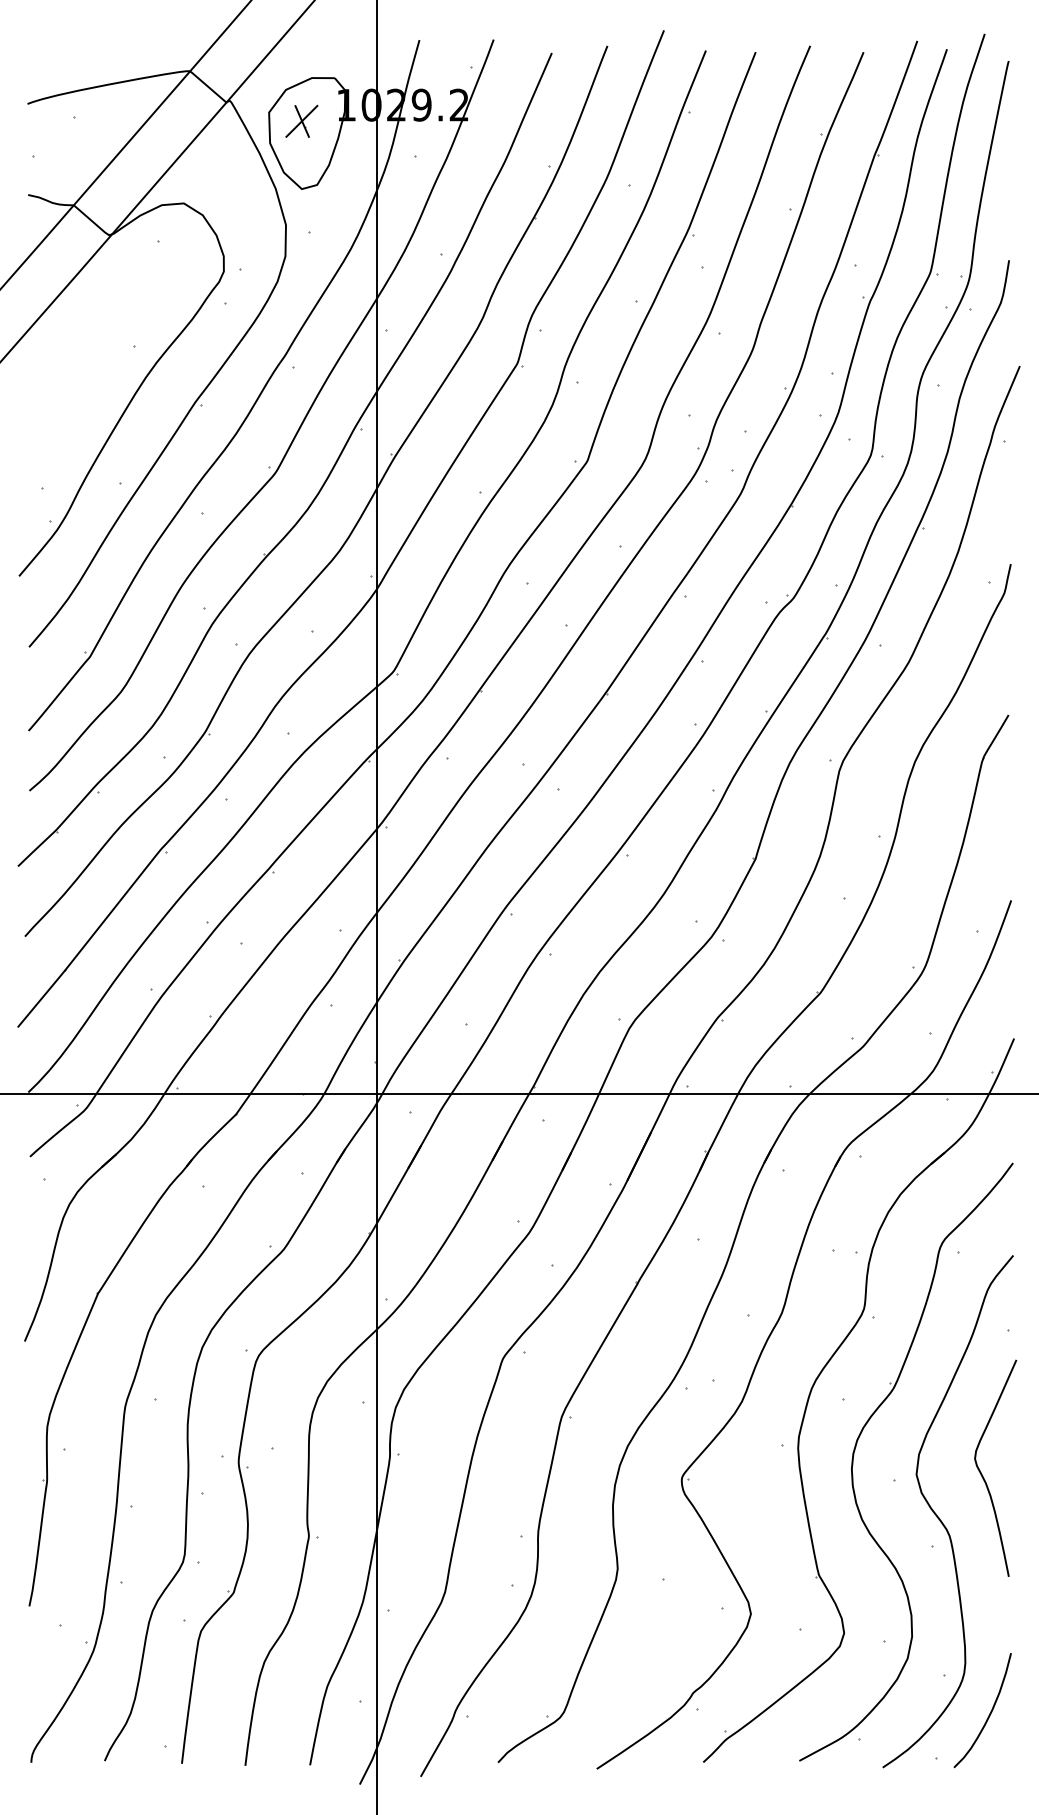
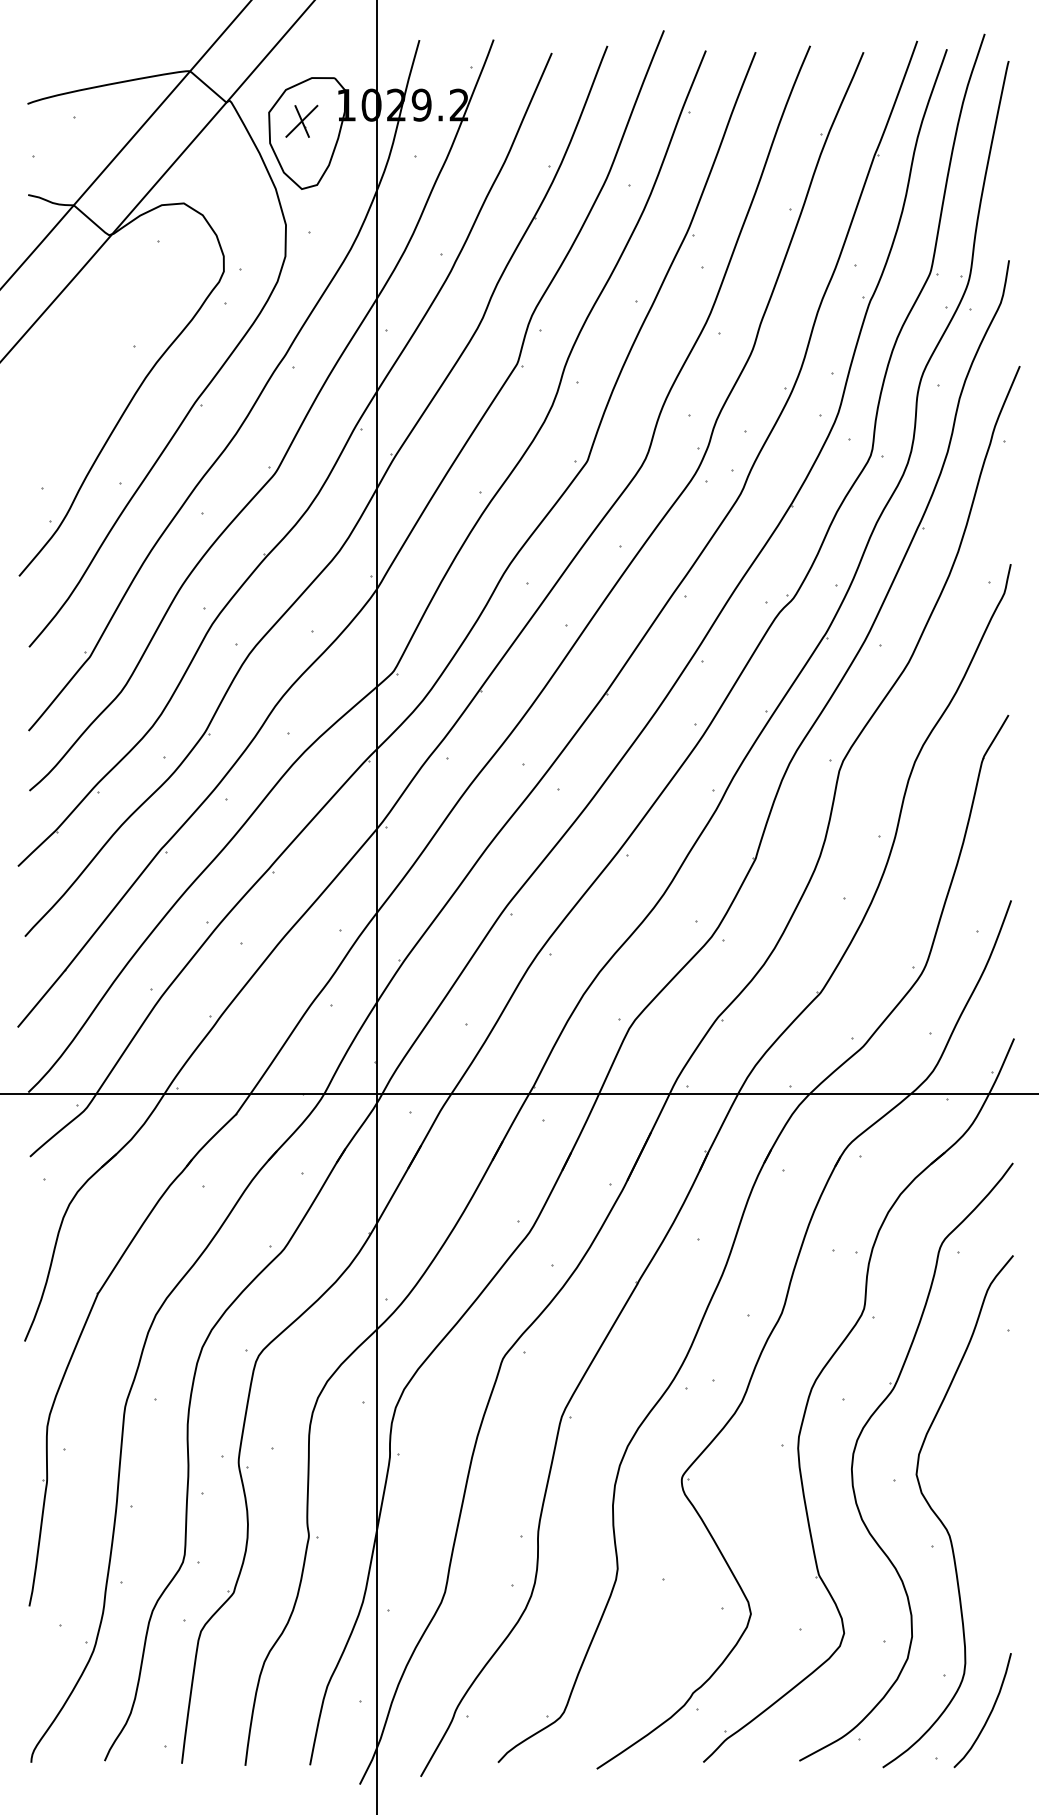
curve at (982, 1474): present -> none
